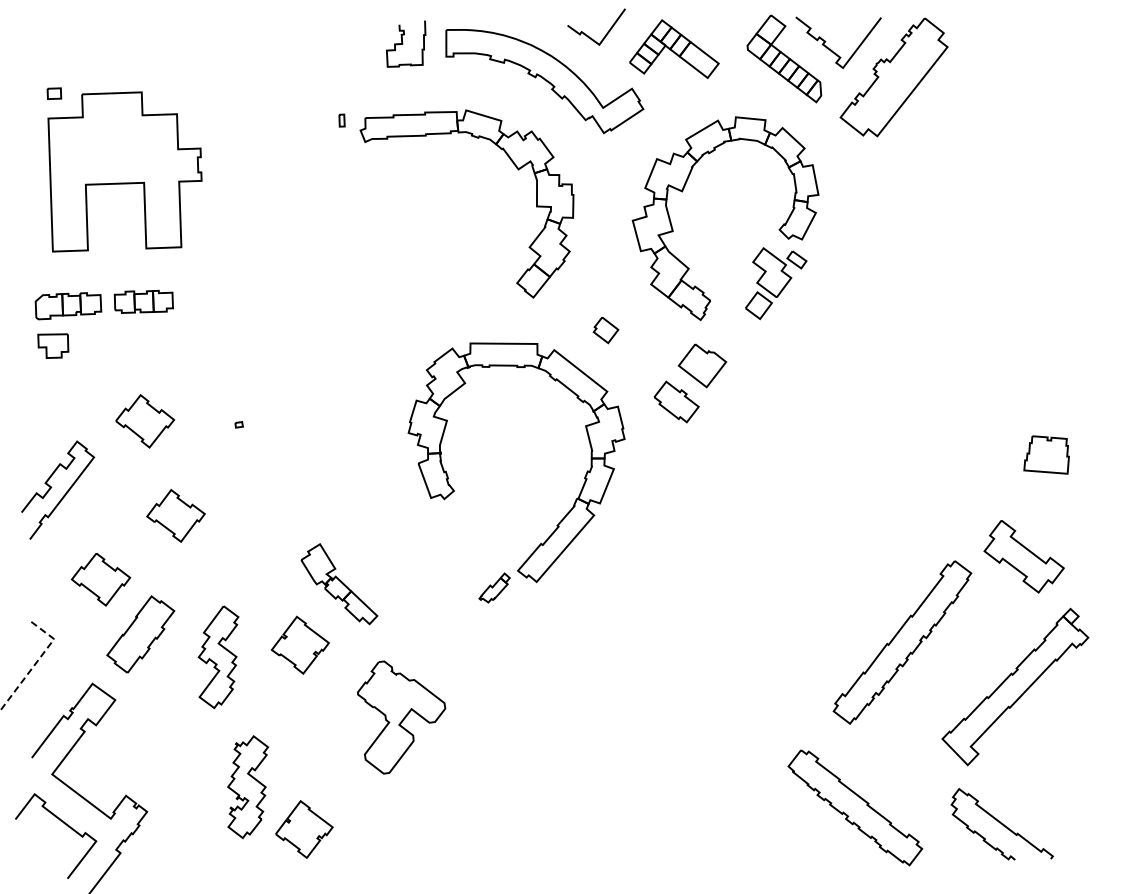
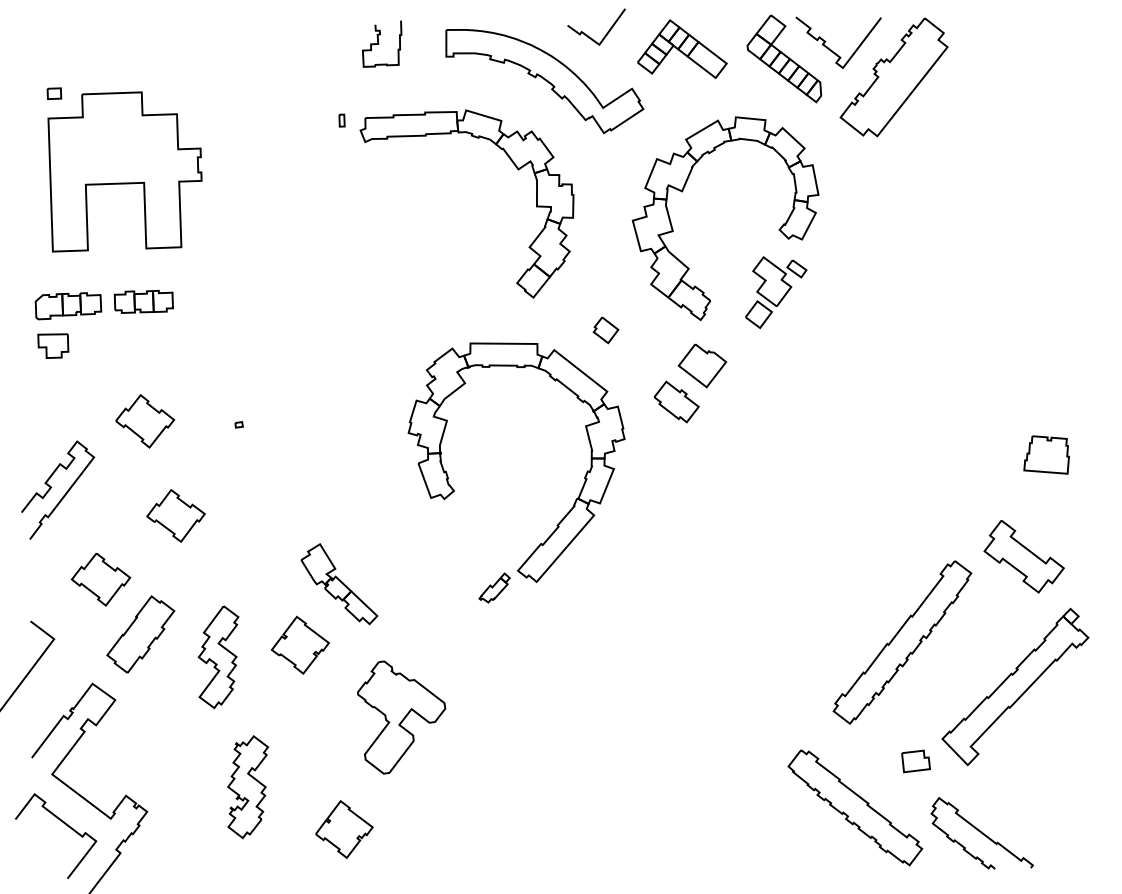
curve at (403, 43) position: (403, 43) -> (379, 43)
part at (674, 48) position: (674, 48) -> (682, 48)
part at (776, 283) position: (776, 283) -> (776, 292)
line at (36, 662): dashed -> solid
part at (915, 761): none -> present
curve at (1001, 824) position: (1001, 824) -> (981, 833)
part at (304, 829) position: (304, 829) -> (344, 829)
